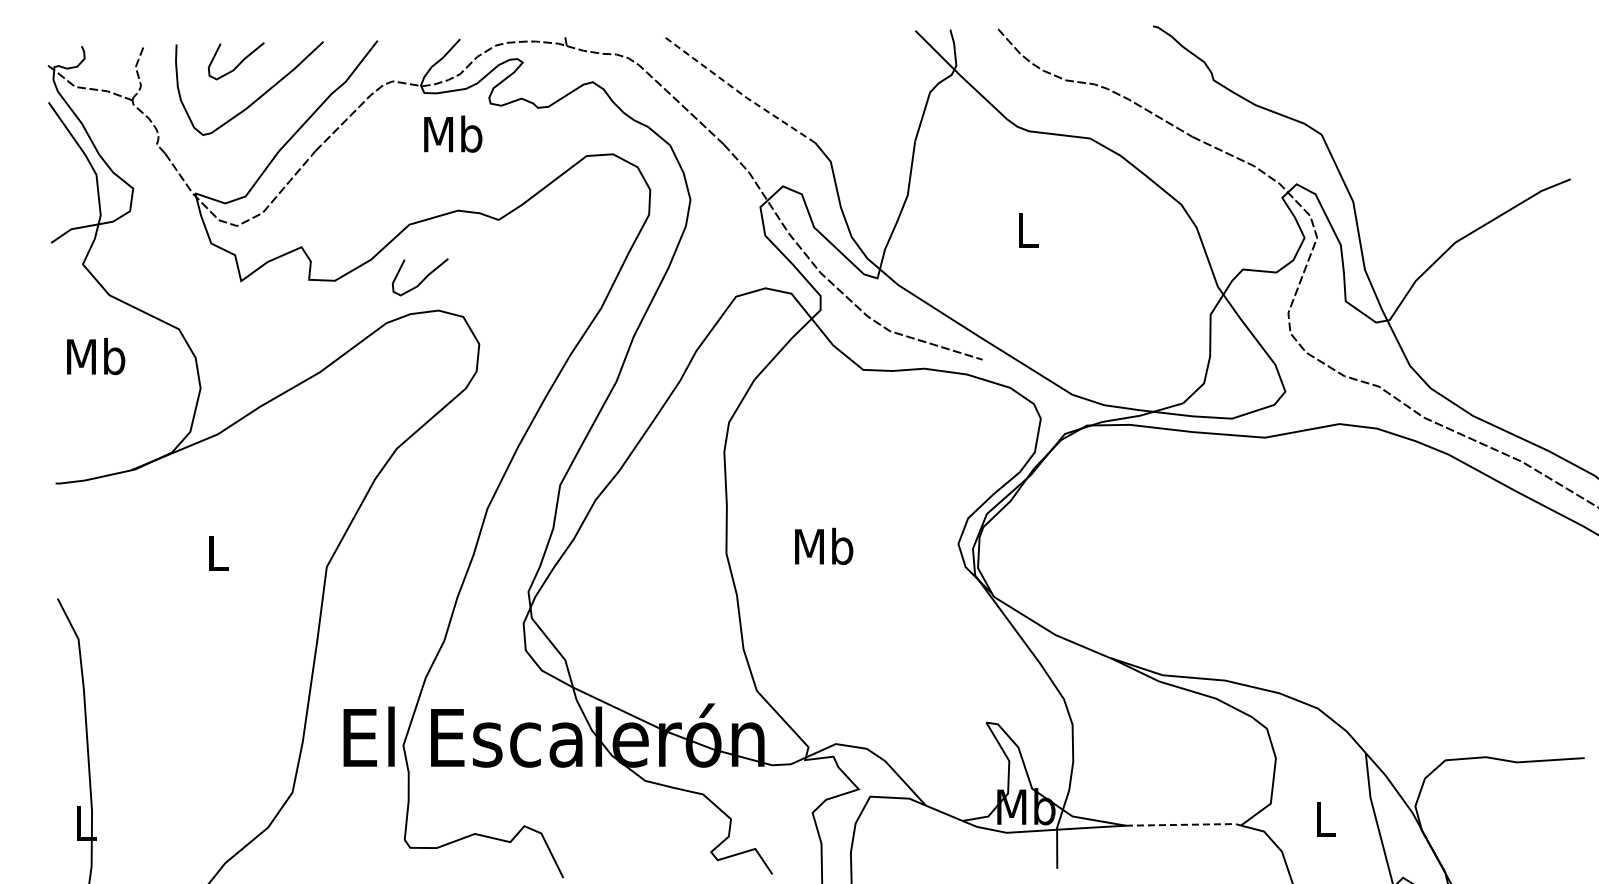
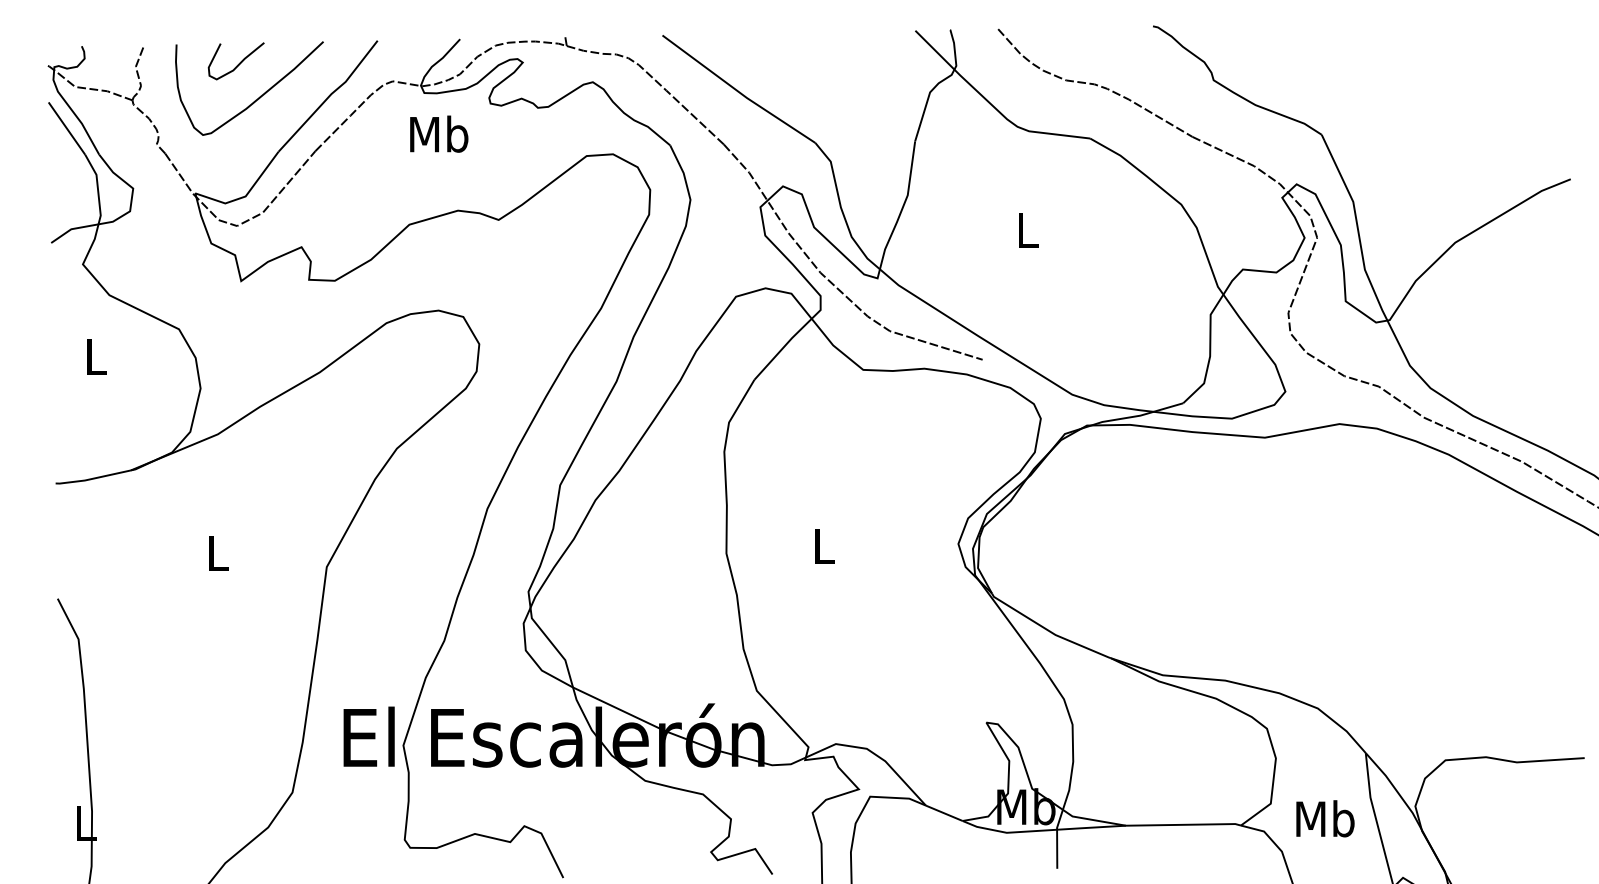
line at (736, 90): dashed -> solid
text at (453, 133) position: (453, 133) -> (439, 133)
curve at (422, 279): present -> none
text at (96, 356): Mb -> L
text at (824, 545): Mb -> L
text at (1325, 818): L -> Mb
line at (1184, 824): dashed -> solid
